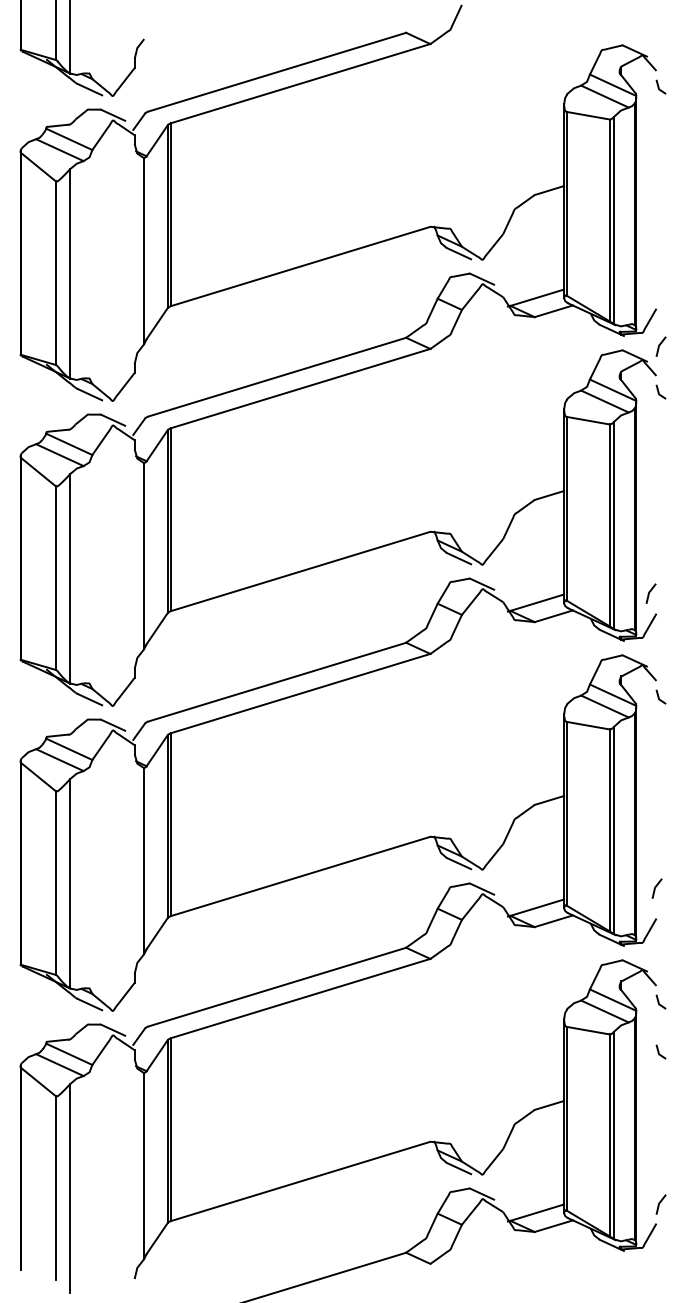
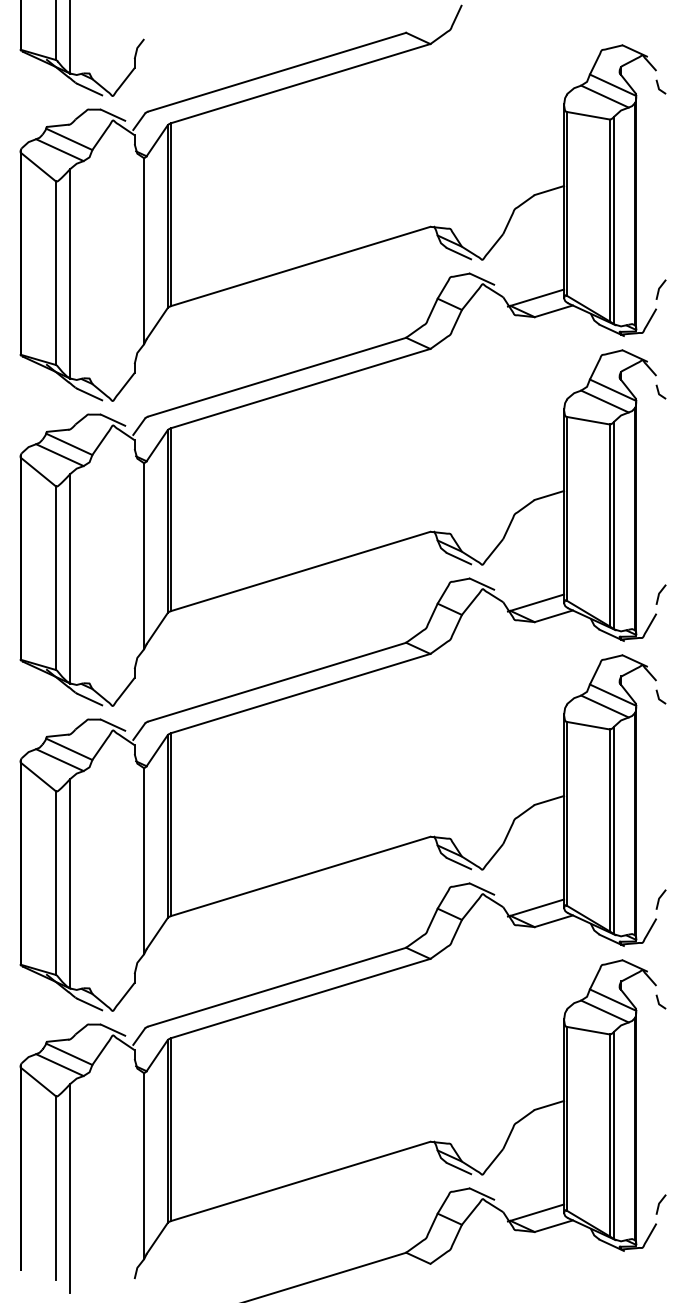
curve at (660, 345) position: (660, 345) -> (660, 288)
curve at (650, 592) position: (650, 592) -> (660, 593)
curve at (656, 887) position: (656, 887) -> (660, 898)
curve at (659, 1051): present -> none
